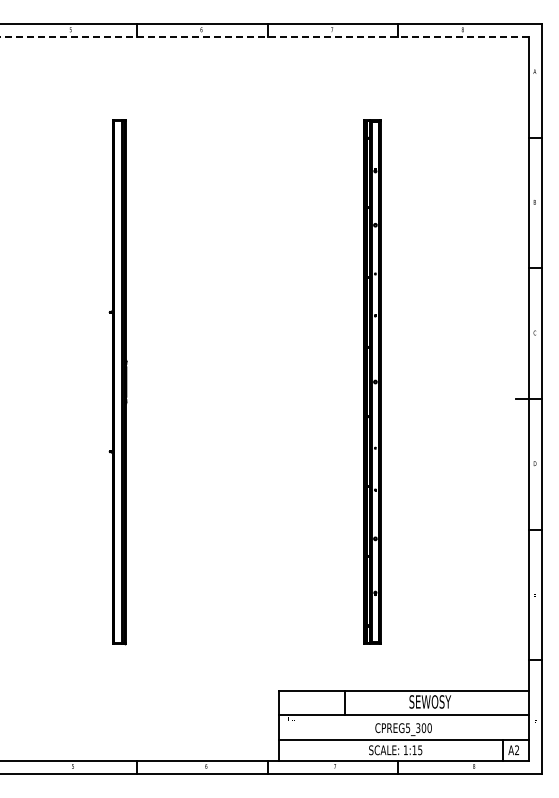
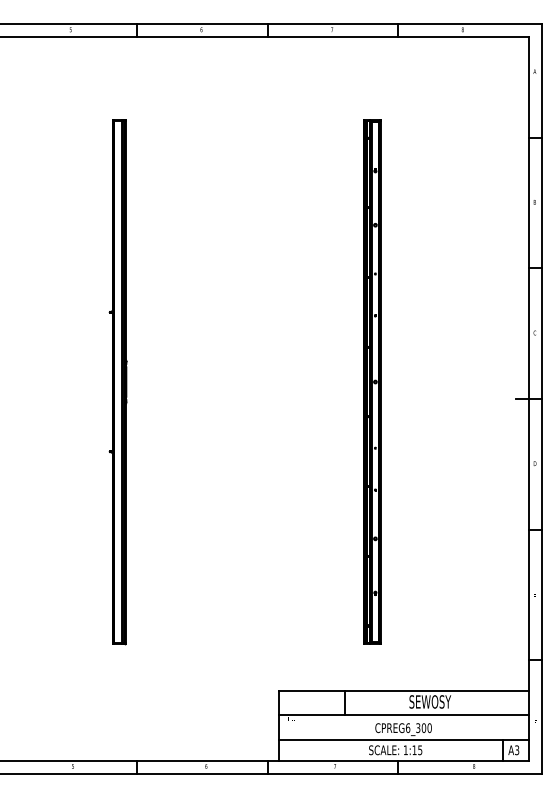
line at (264, 37): dashed -> solid
text at (408, 728): CPREG5_300 -> CPREG6_300
text at (517, 750): A2 -> A3
